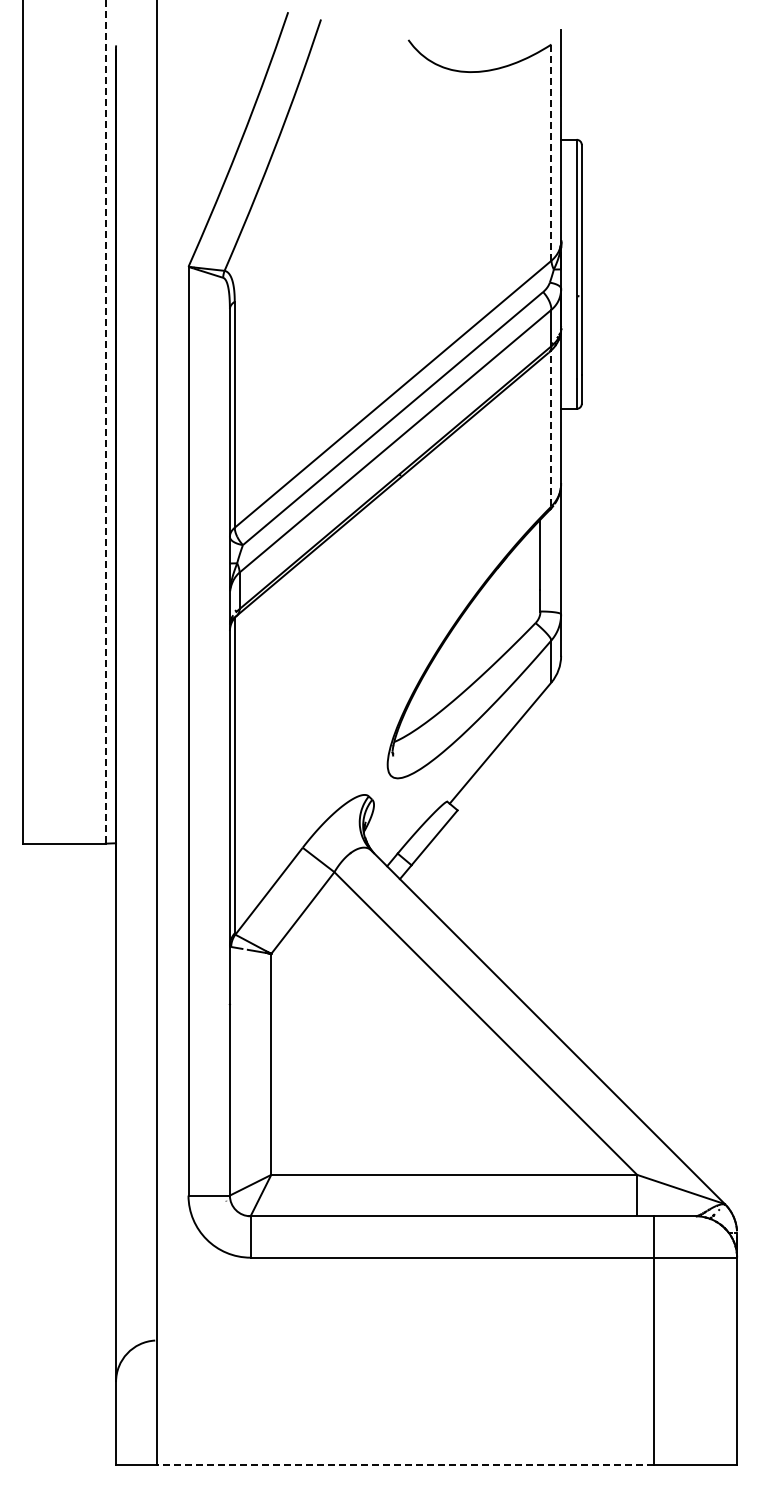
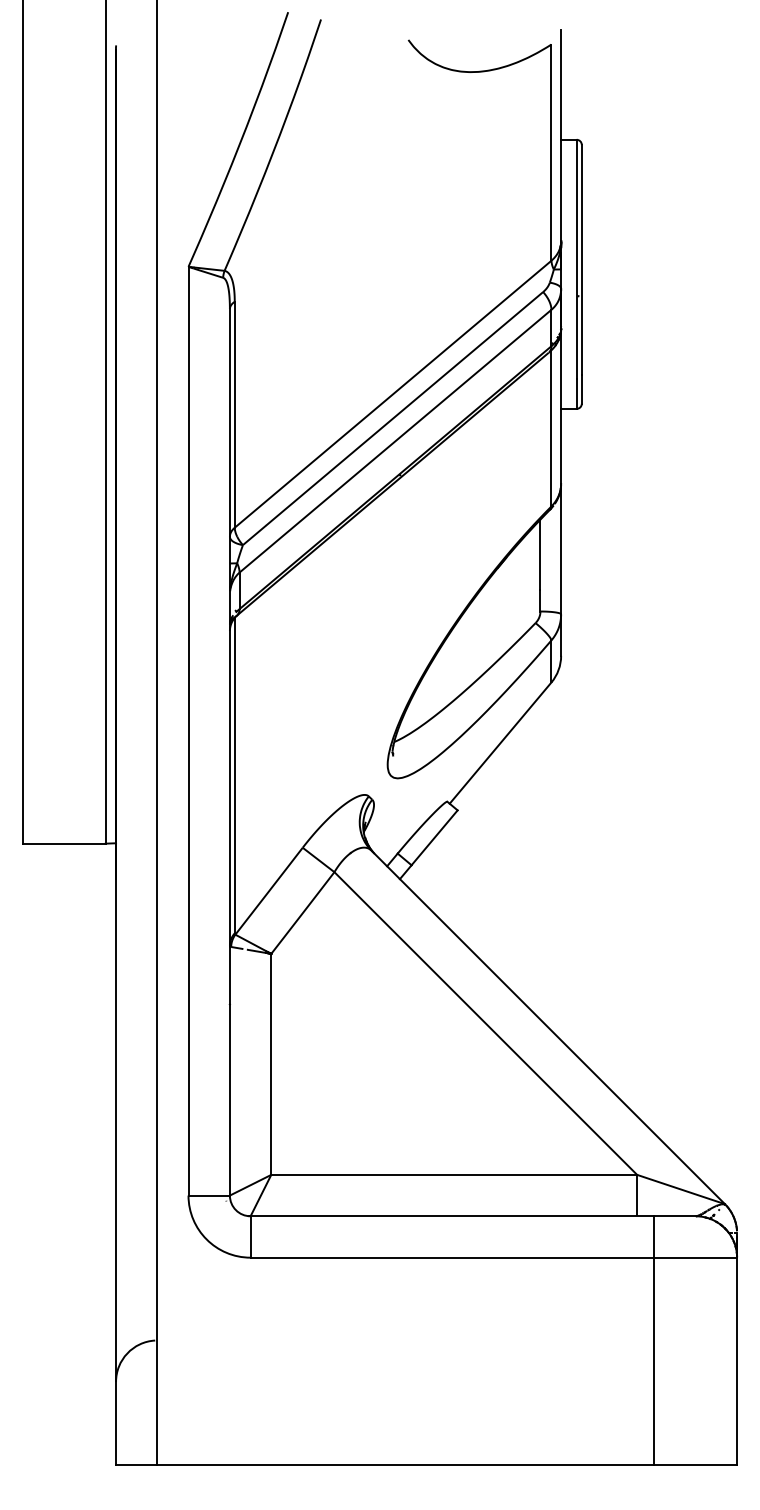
line at (551, 152): dashed -> solid
line at (105, 421): dashed -> solid
line at (551, 427): dashed -> solid
line at (405, 1464): dashed -> solid
